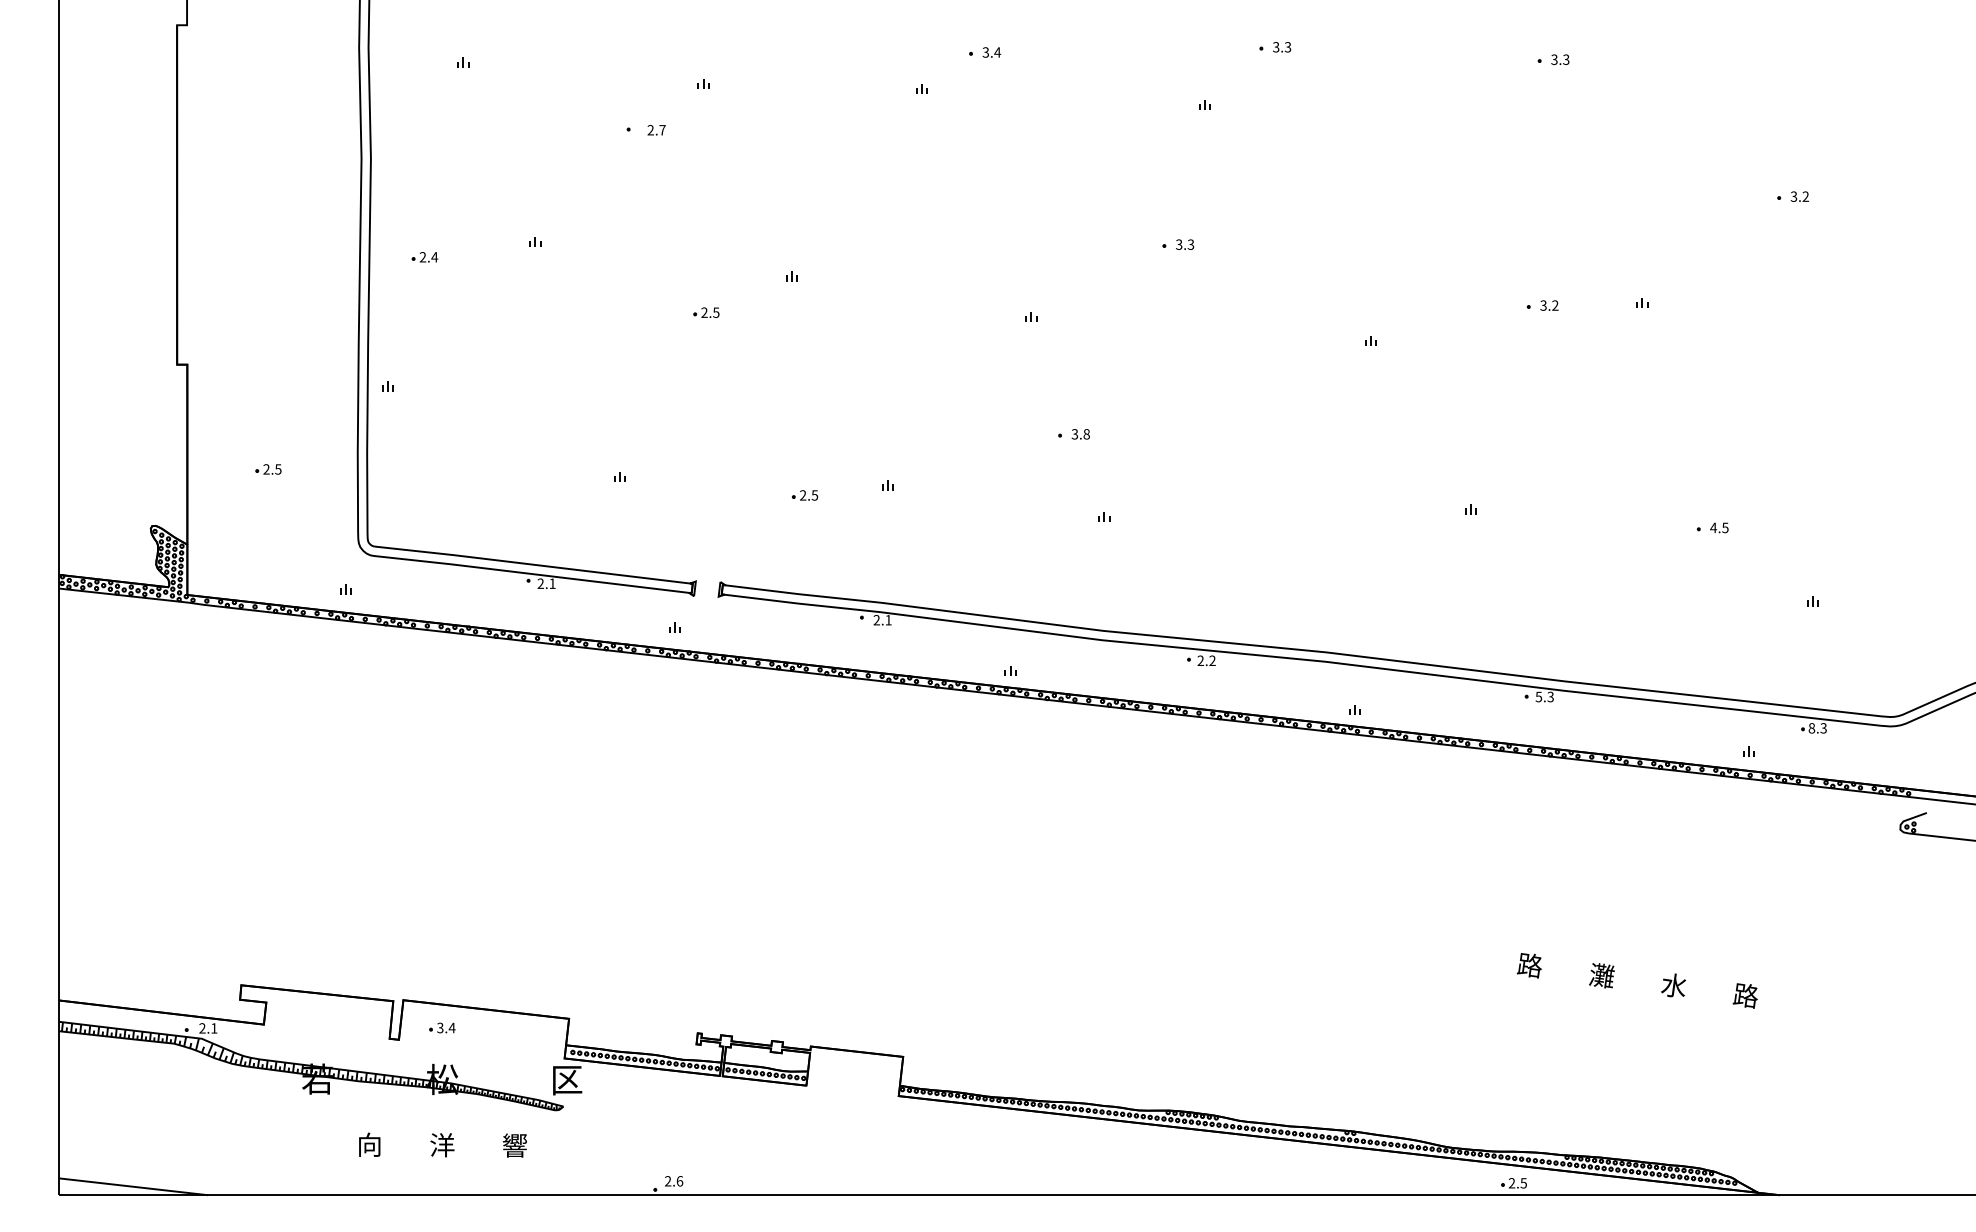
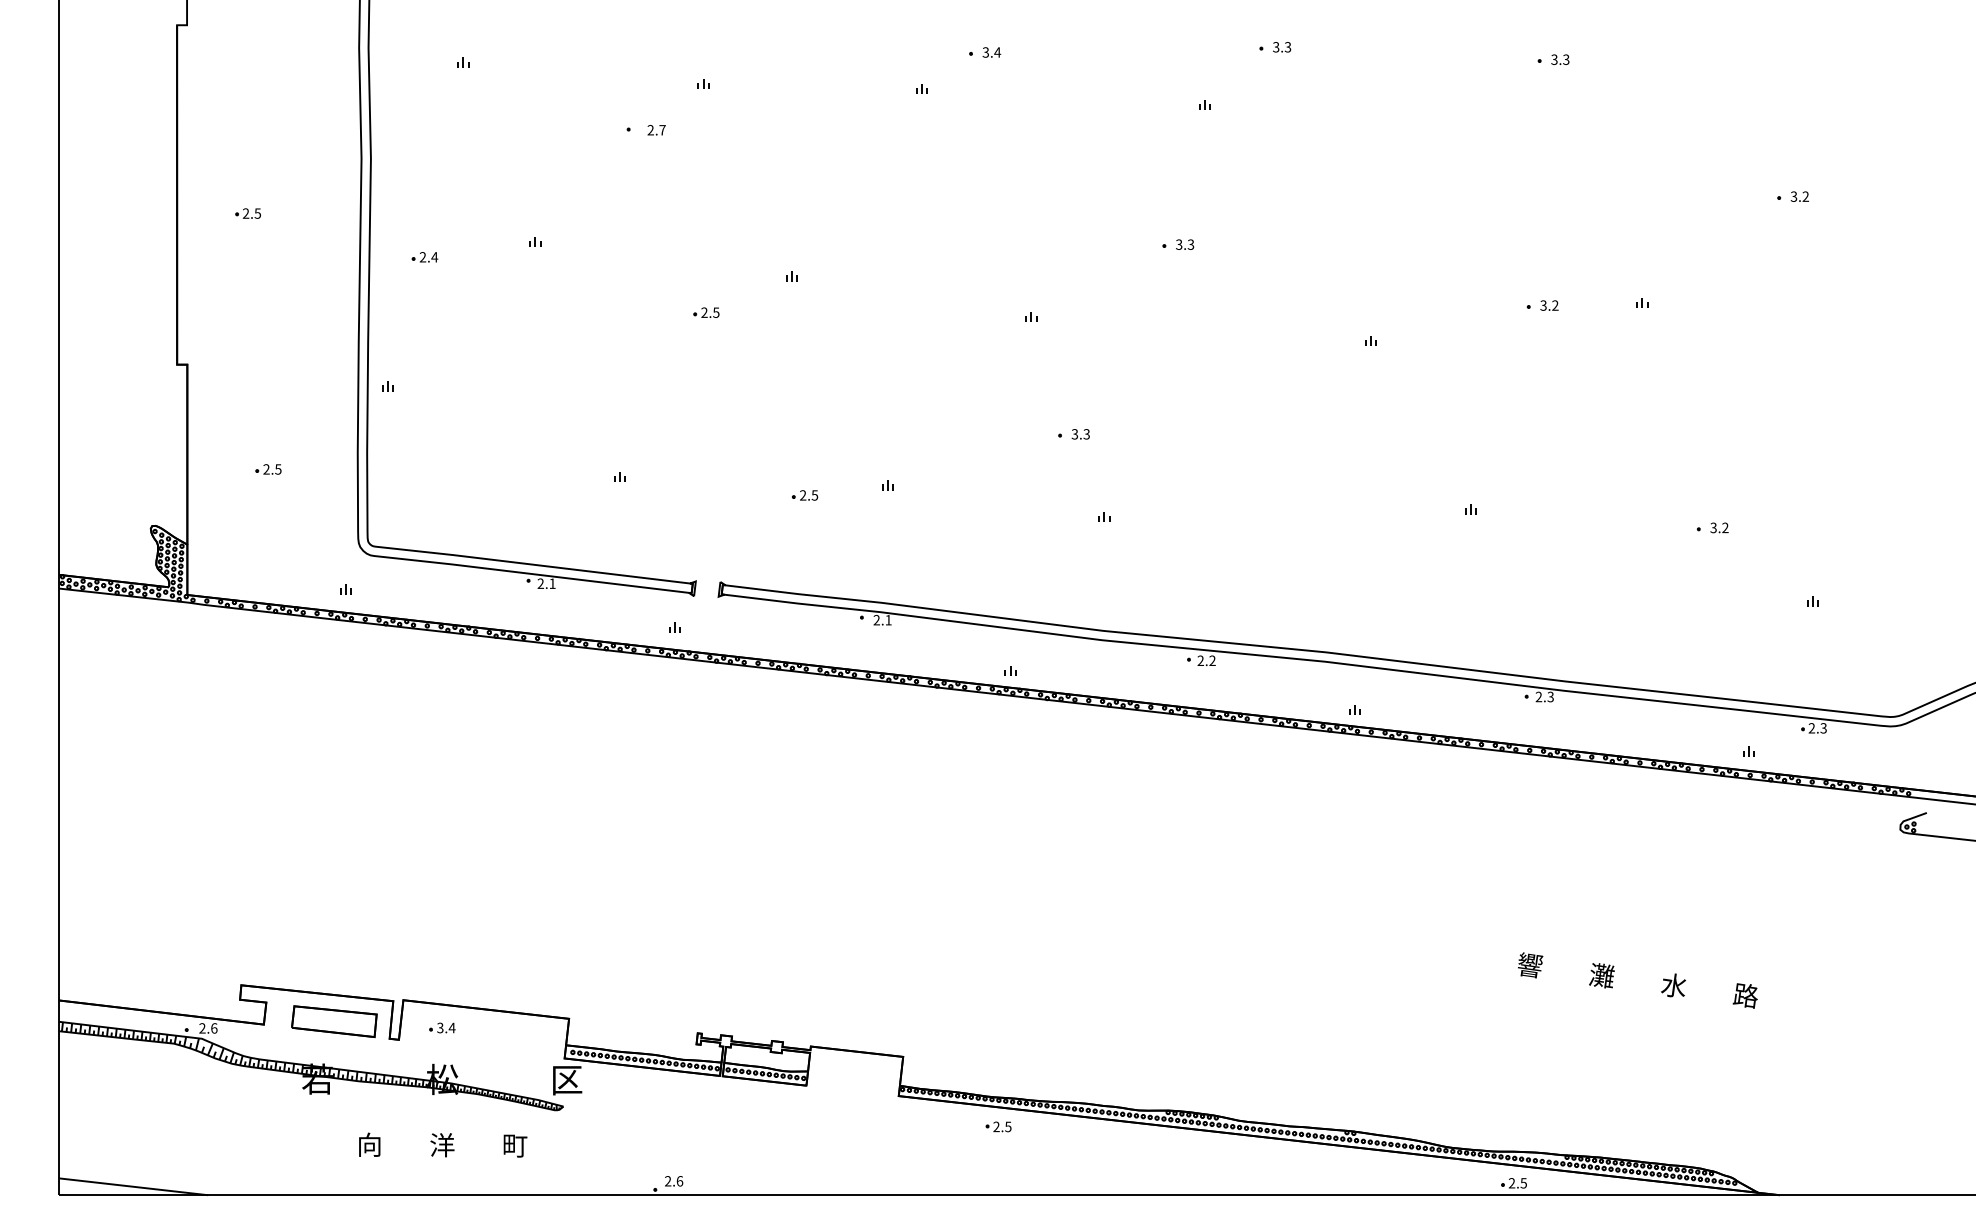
part at (247, 213): none -> present
text at (1086, 434): 3.8 -> 3.3
text at (1719, 527): 4.5 -> 3.2
text at (1538, 696): 5.3 -> 2.3
text at (1811, 728): 8.3 -> 2.3
text at (1529, 965): 路 -> 響
part at (334, 1021): none -> present
text at (214, 1028): 2.1 -> 2.6
part at (998, 1126): none -> present
text at (514, 1145): 響 -> 町
